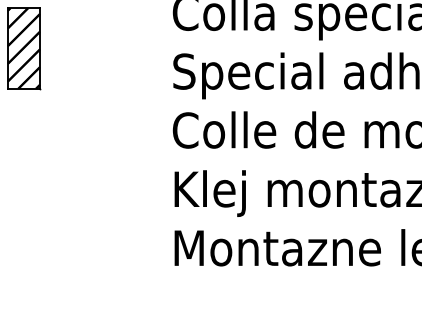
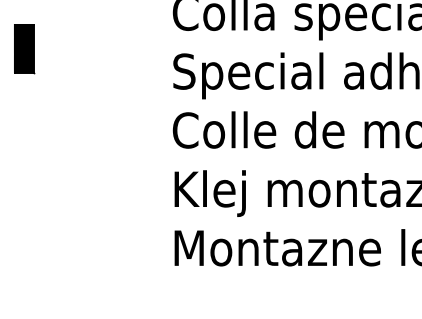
part at (24, 48) size: 35x84 px -> 22x51 px
